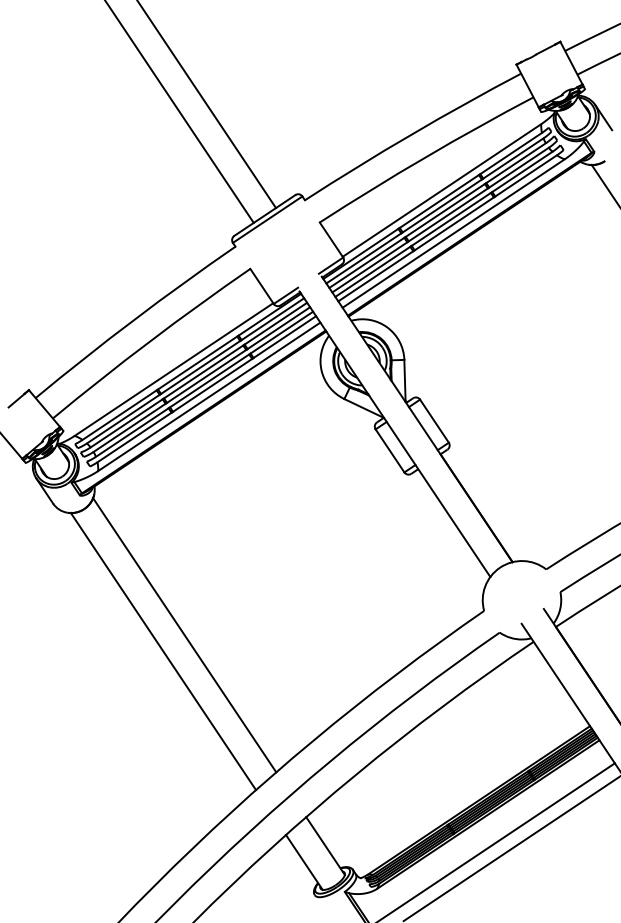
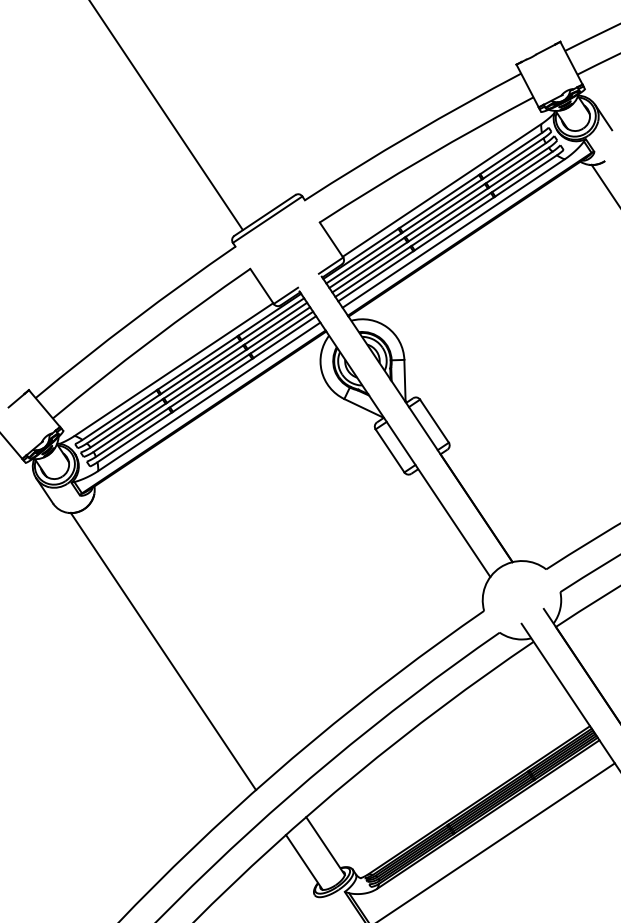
line at (207, 105): present -> none
line at (179, 112) position: (179, 112) -> (166, 115)
line at (184, 635): present -> none
line at (511, 848): present -> none
